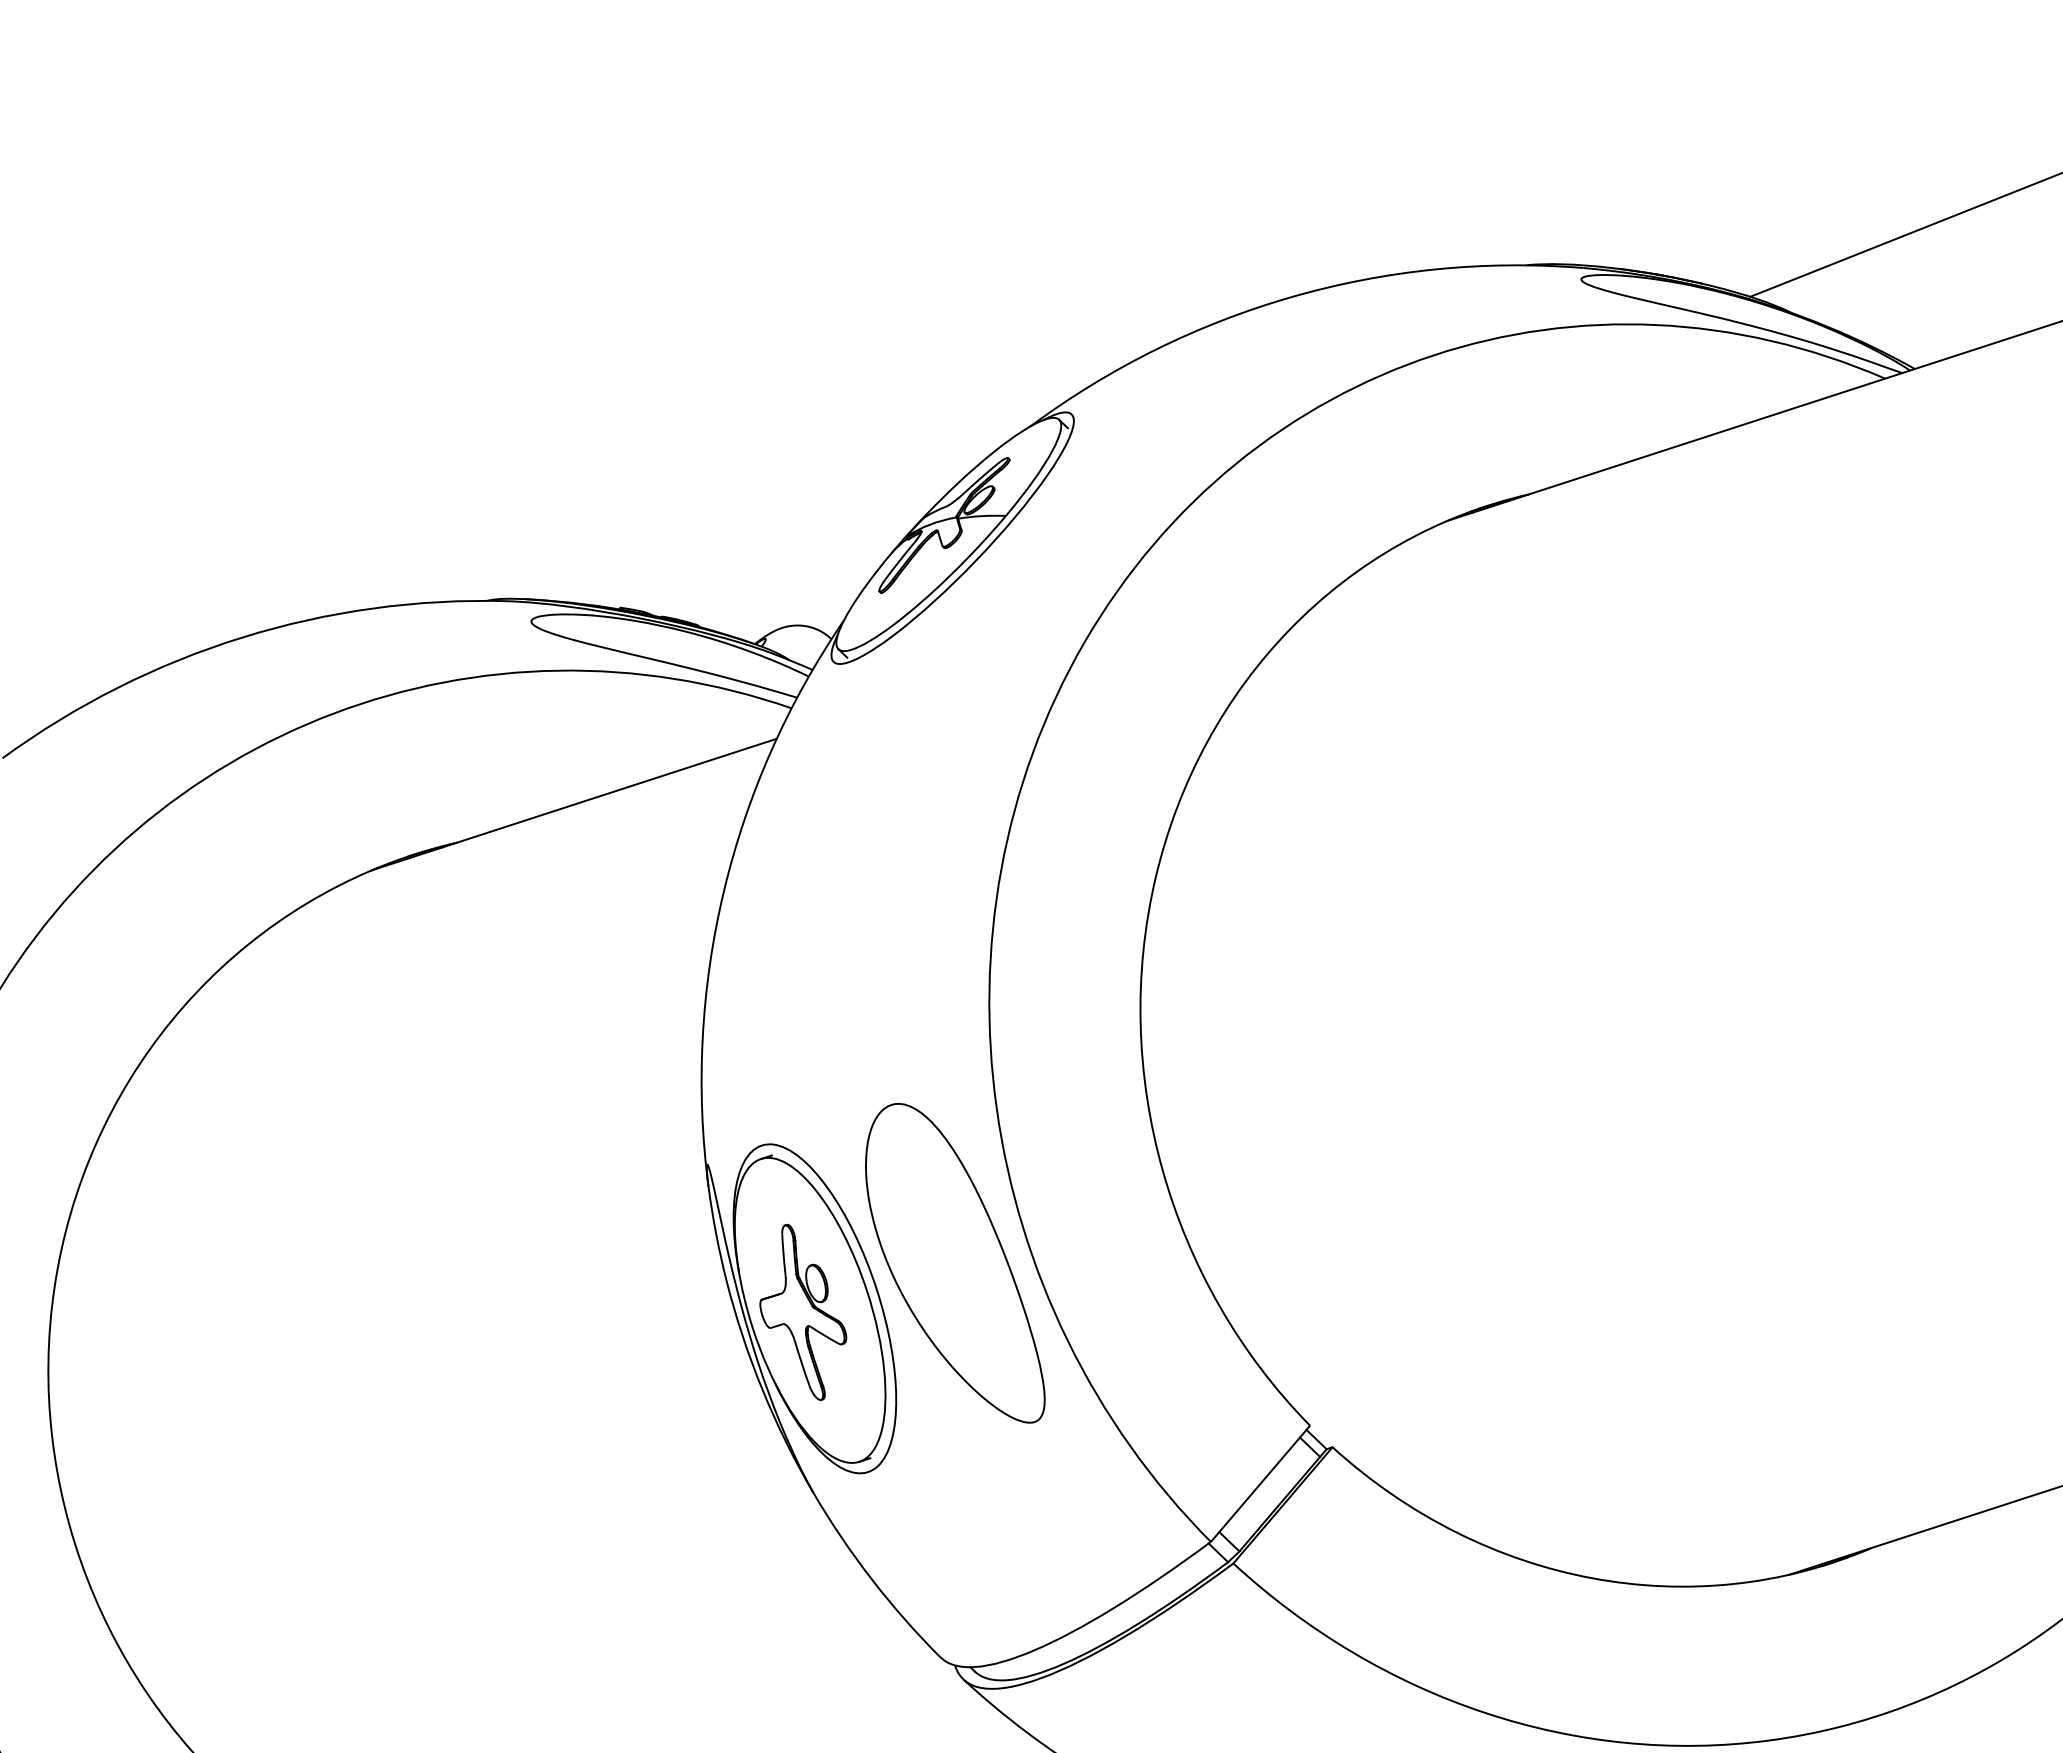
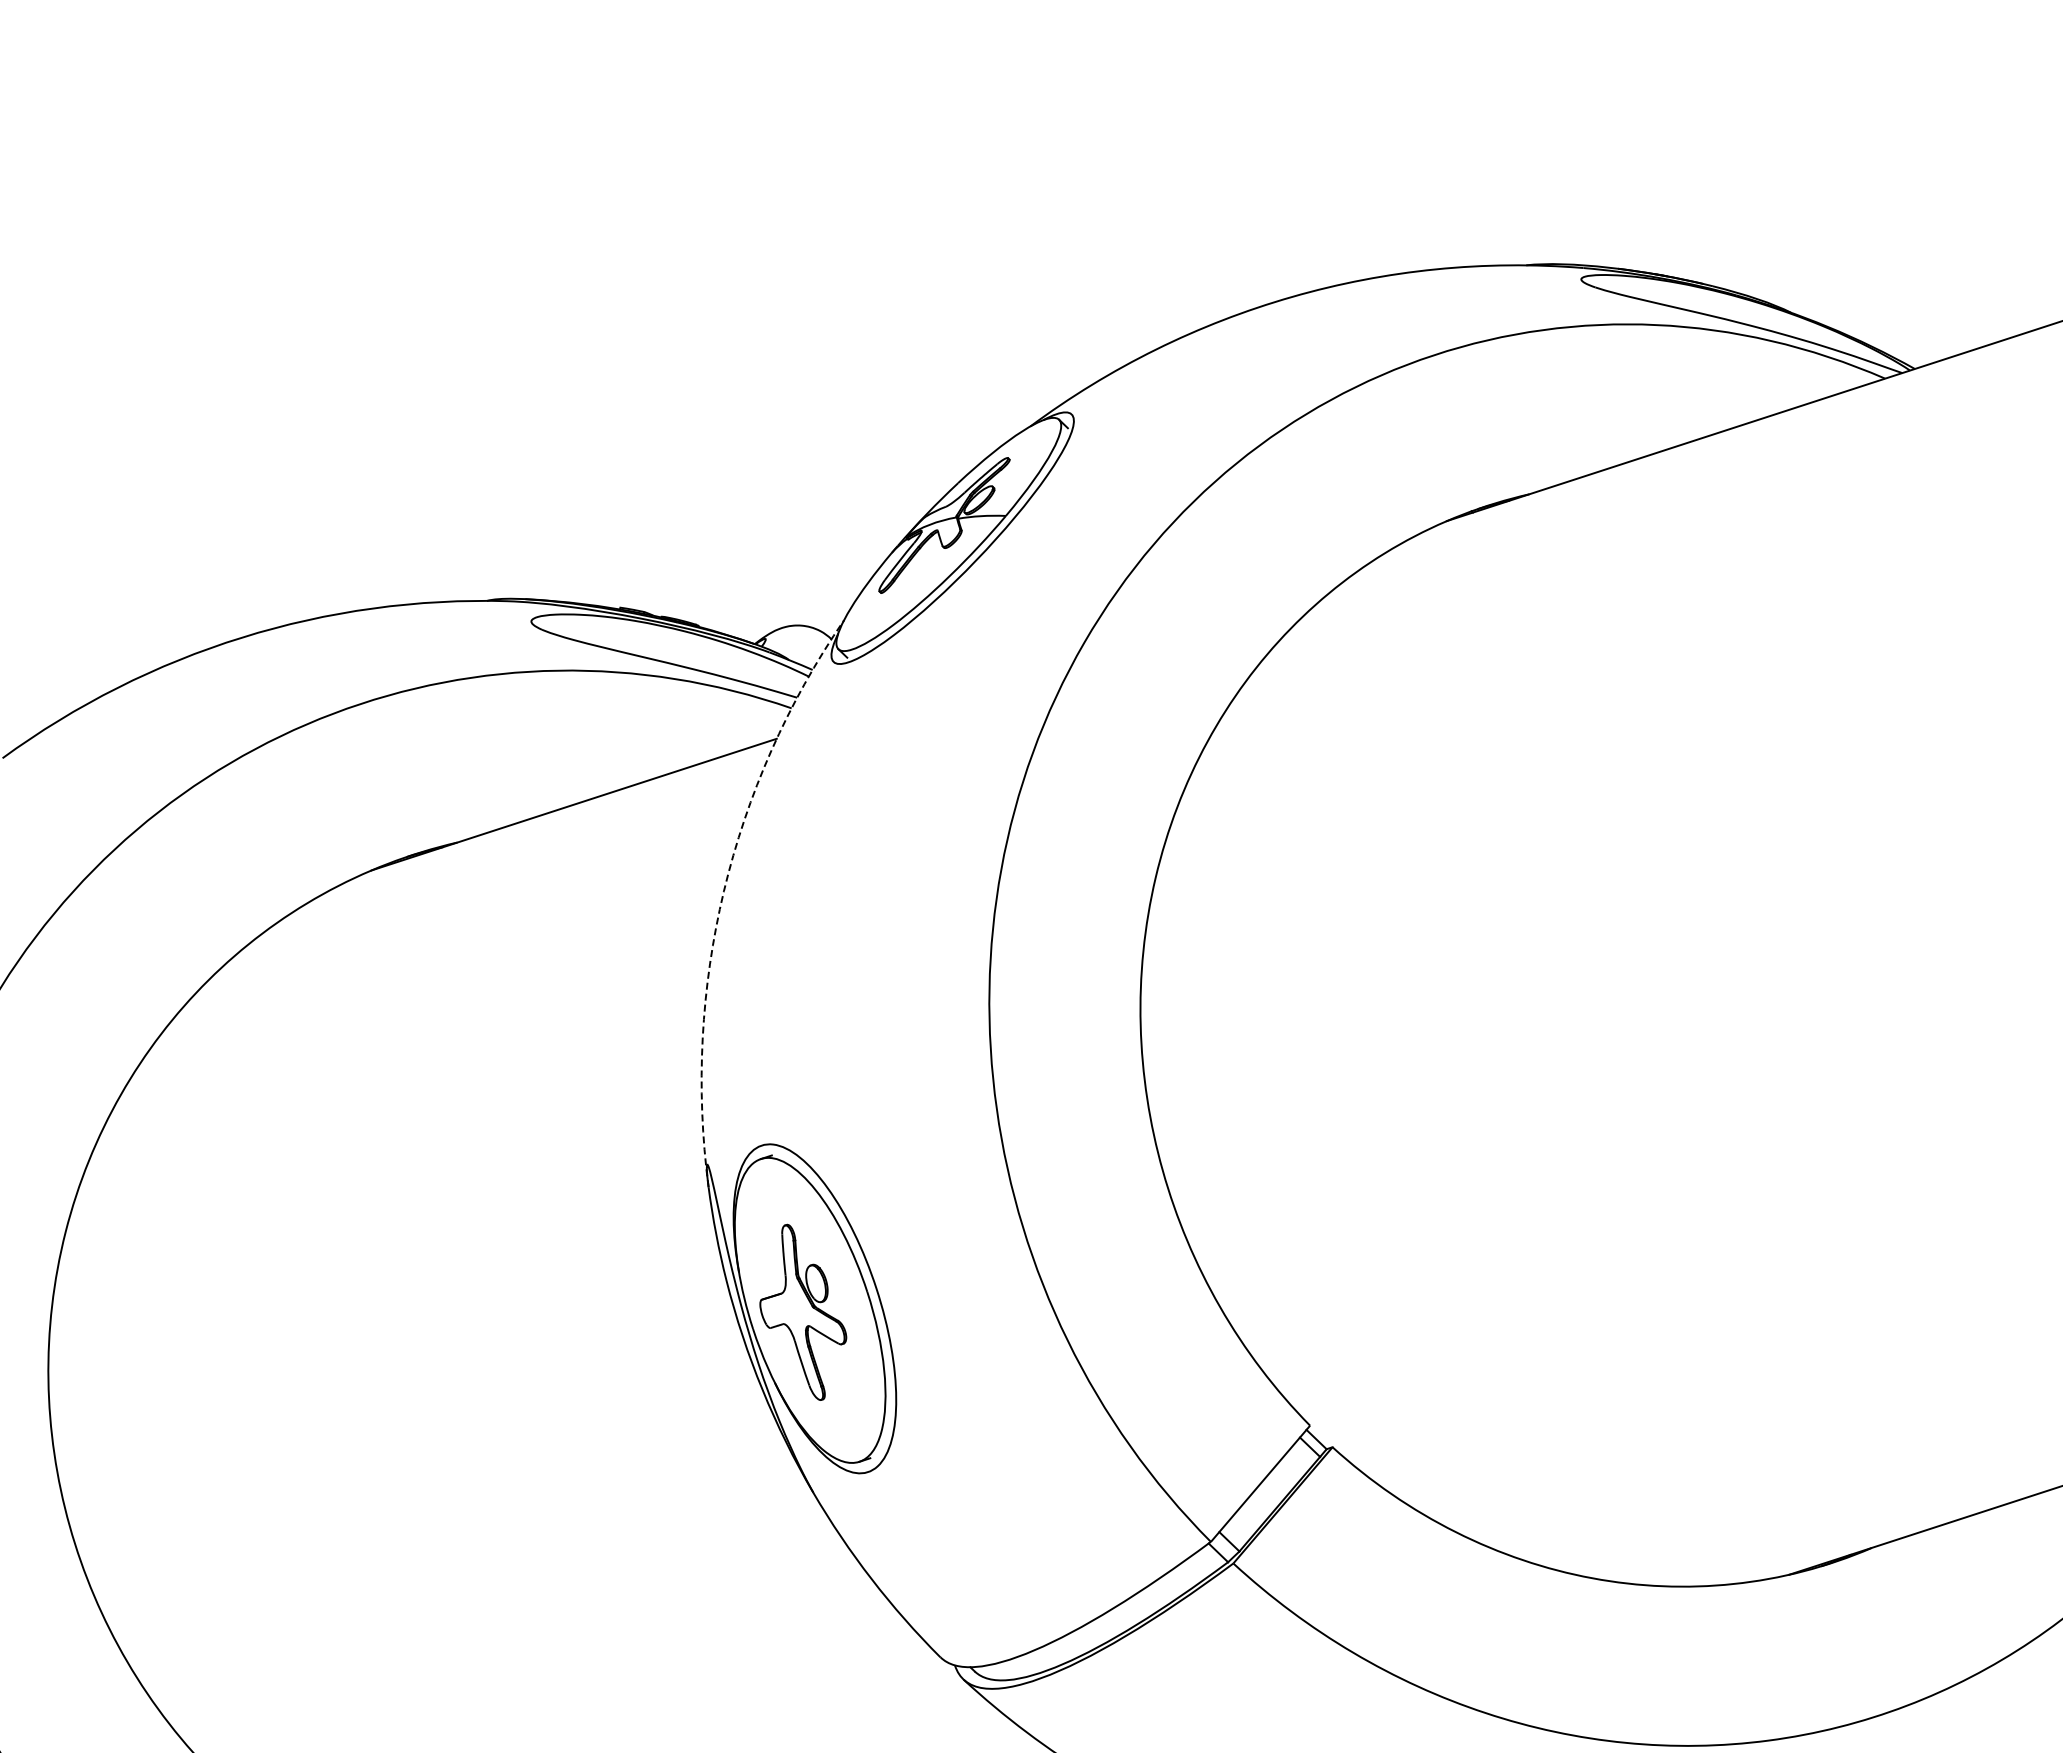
line at (1904, 234): present -> none
arc at (723, 891): solid -> dashed
part at (955, 1263): present -> none
